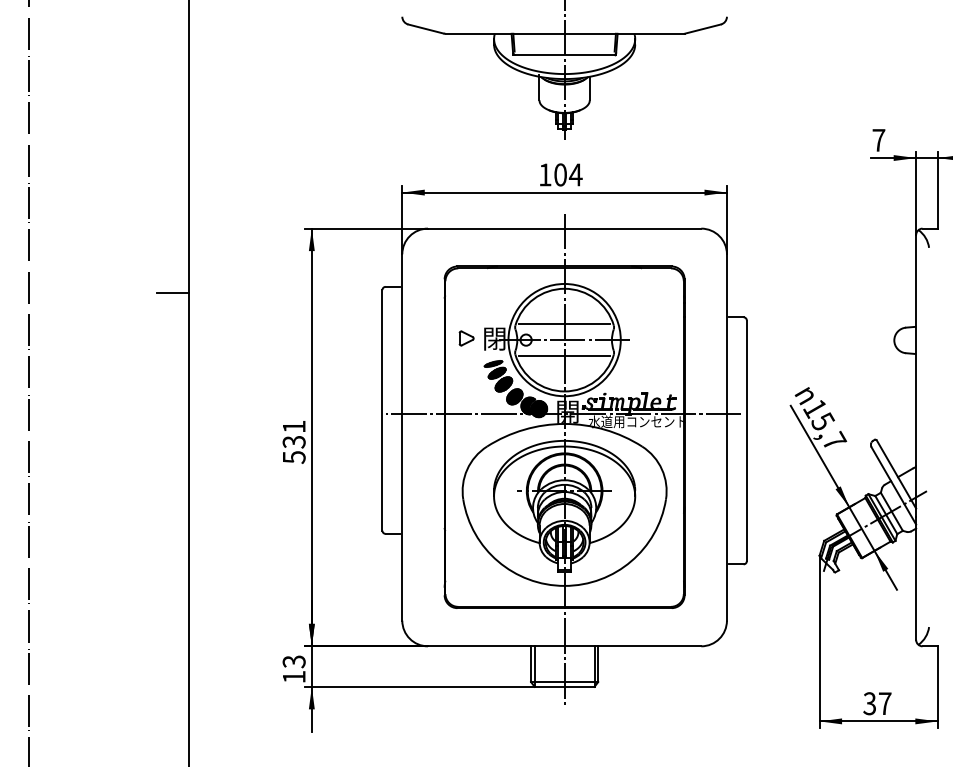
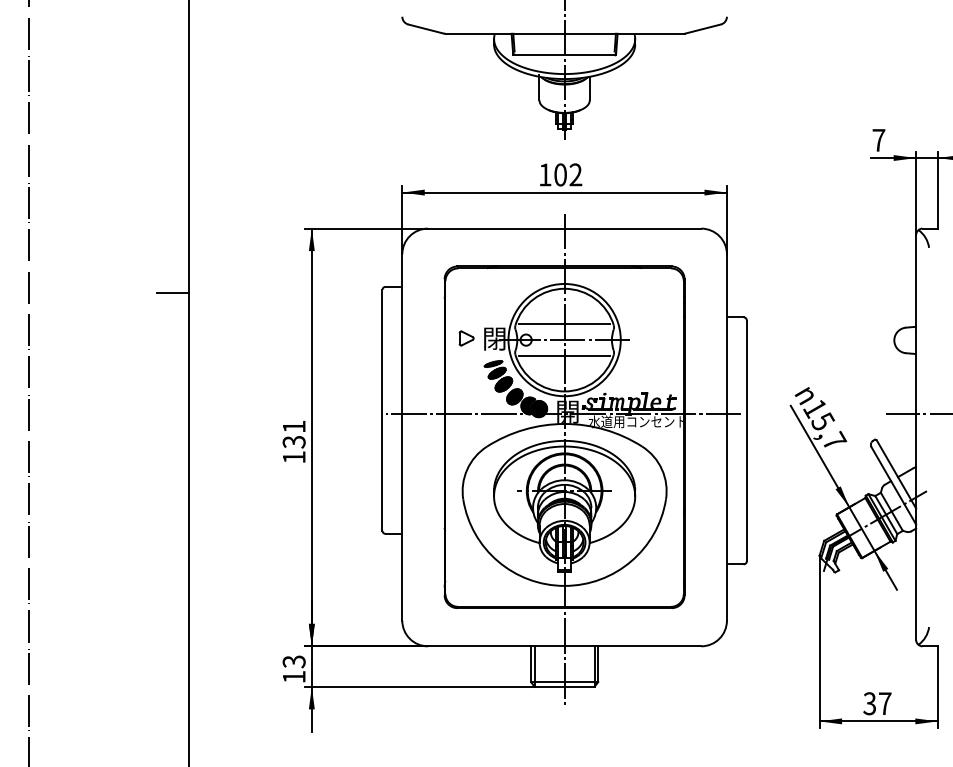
text at (575, 174): 104 -> 102
line at (917, 413): none -> present
text at (294, 457): 531 -> 131
